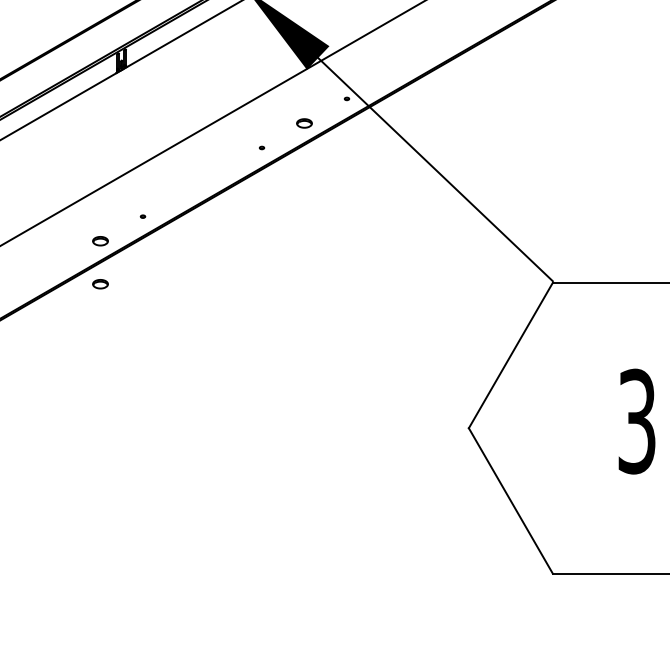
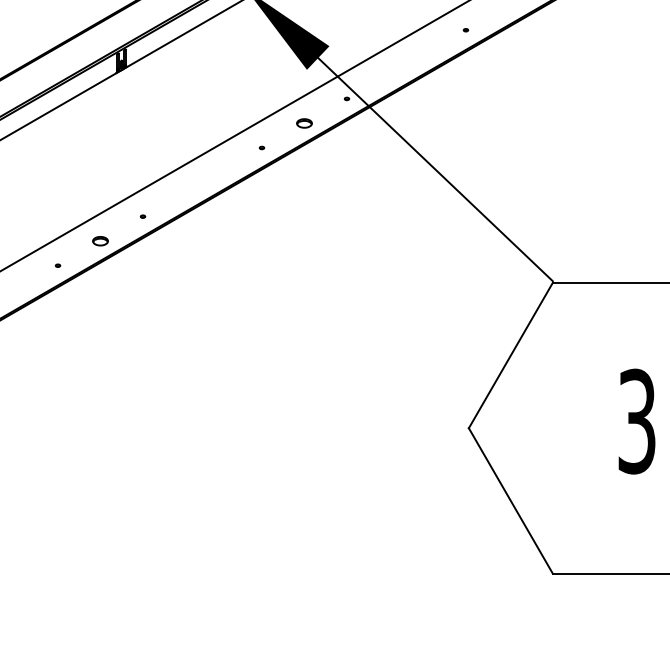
part at (465, 30): none -> present
line at (212, 123) position: (212, 123) -> (234, 136)
part at (57, 265): none -> present
part at (100, 284): present -> none
